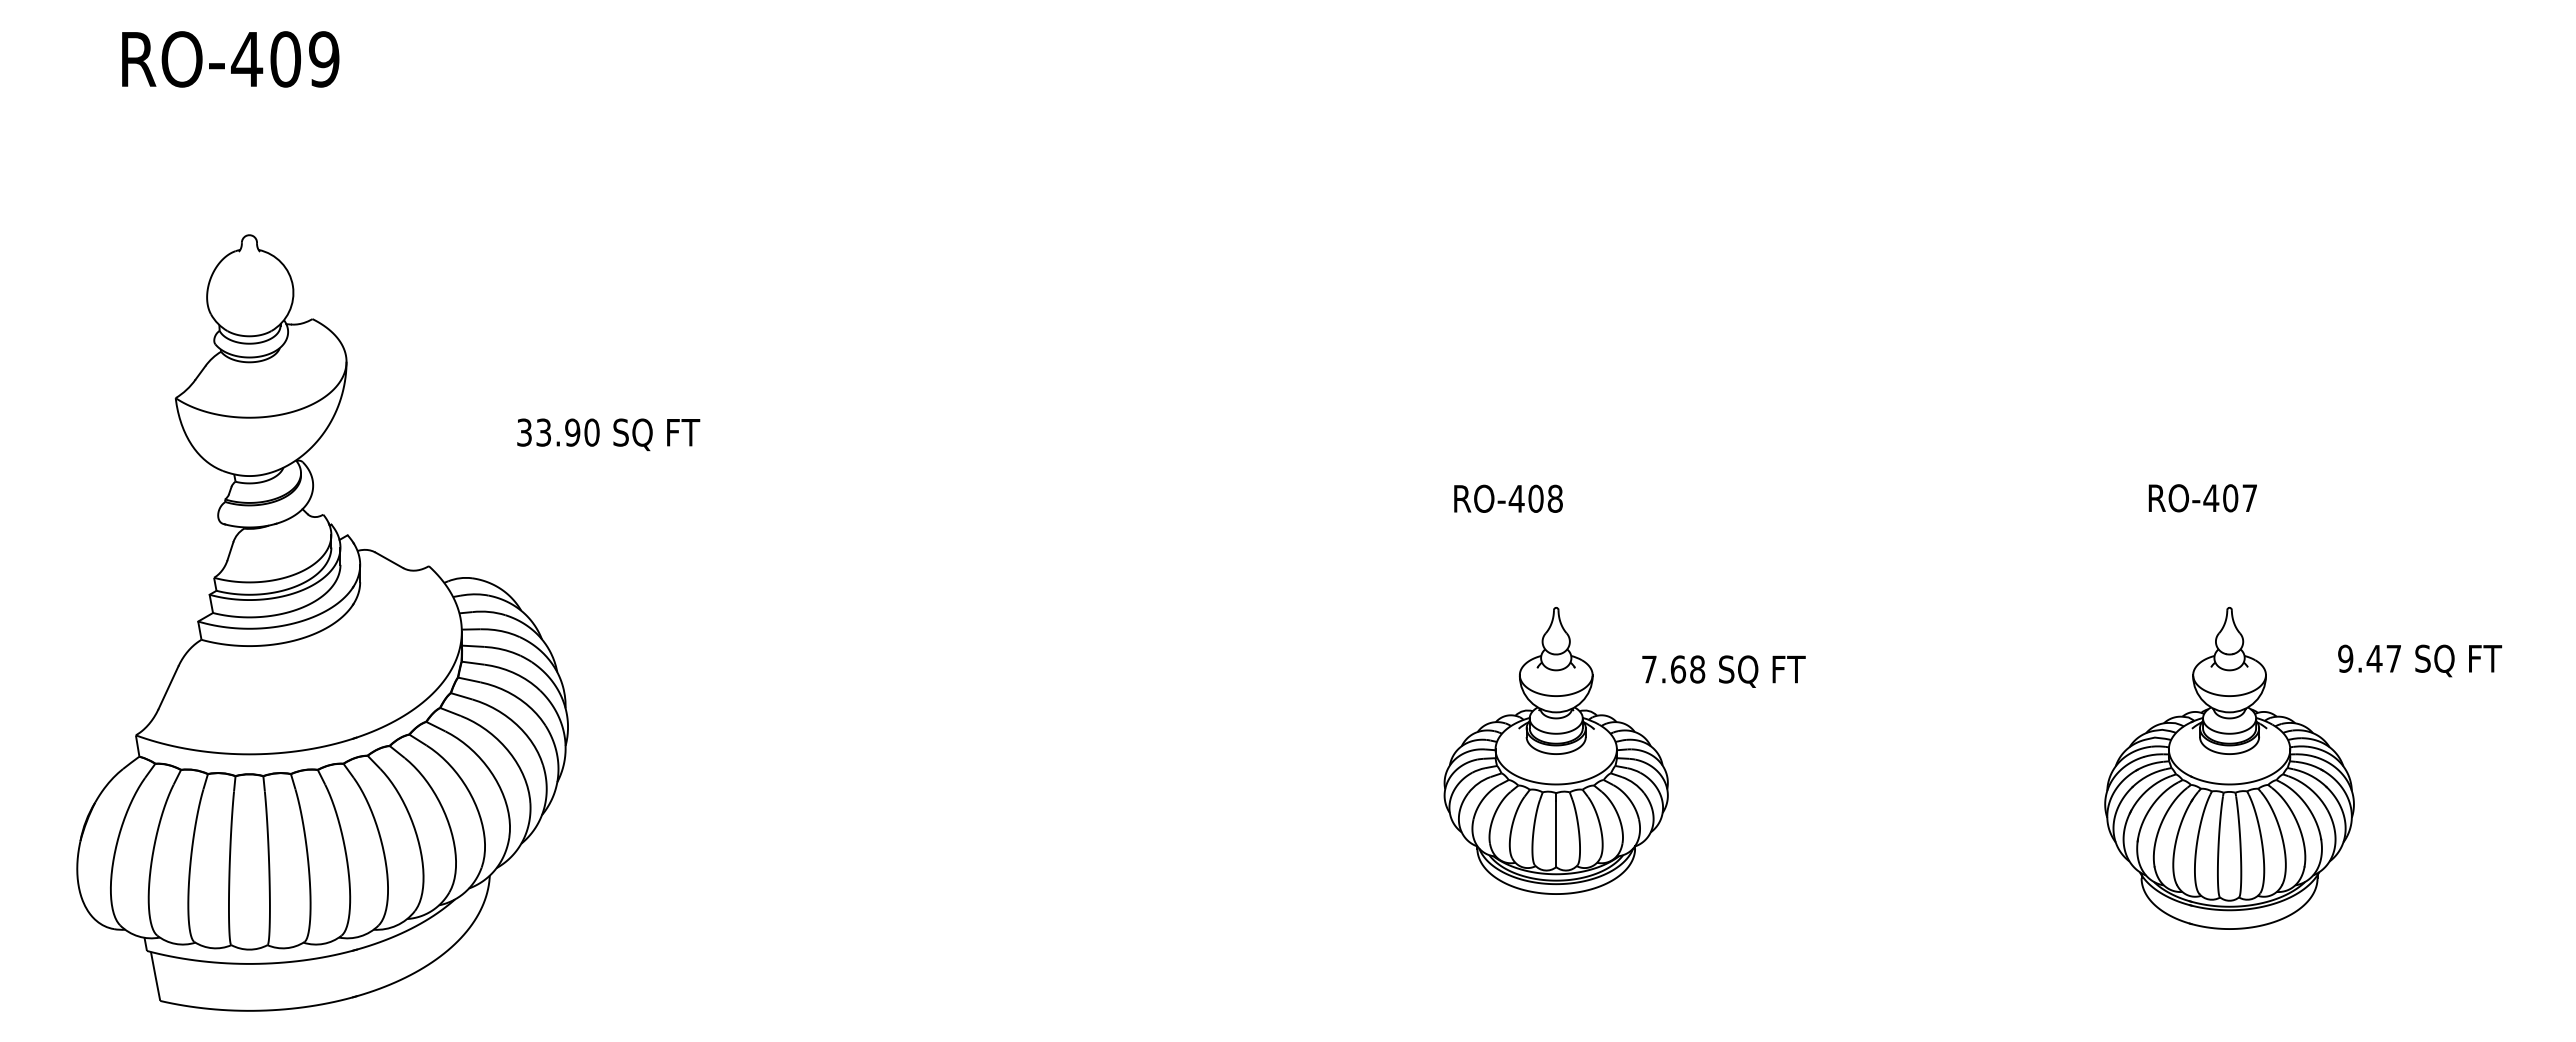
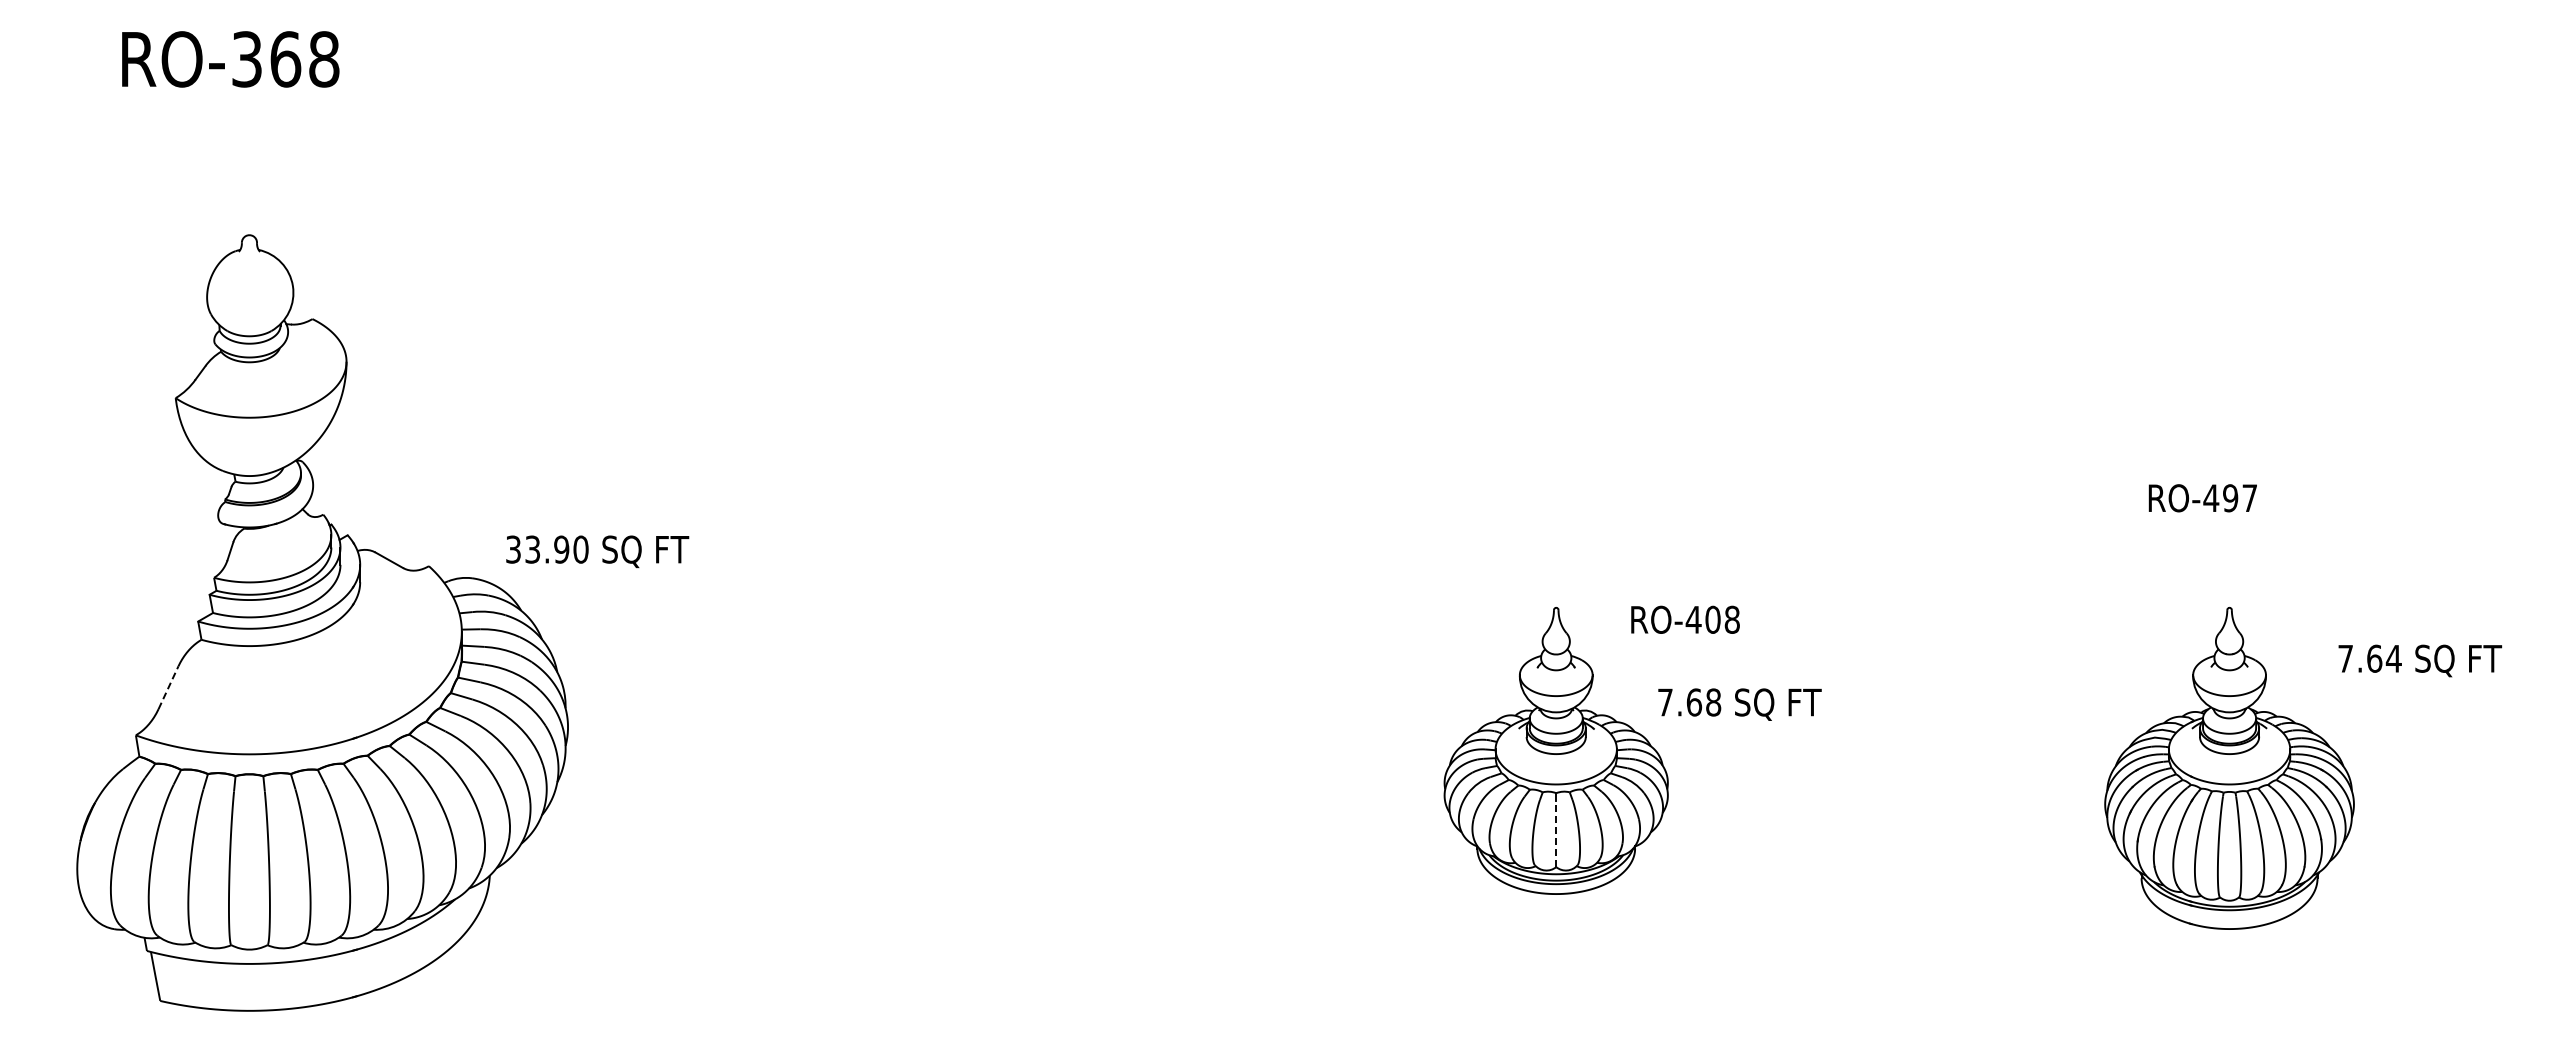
text at (285, 59): RO-409 -> RO-368
text at (608, 434) position: (608, 434) -> (597, 551)
text at (1508, 498) position: (1508, 498) -> (1685, 619)
text at (2230, 498): RO-407 -> RO-497
text at (2369, 658): 9.47 -> 7.64
text at (1723, 671) position: (1723, 671) -> (1739, 704)
line at (168, 687): solid -> dashed
line at (1556, 833): solid -> dashed
